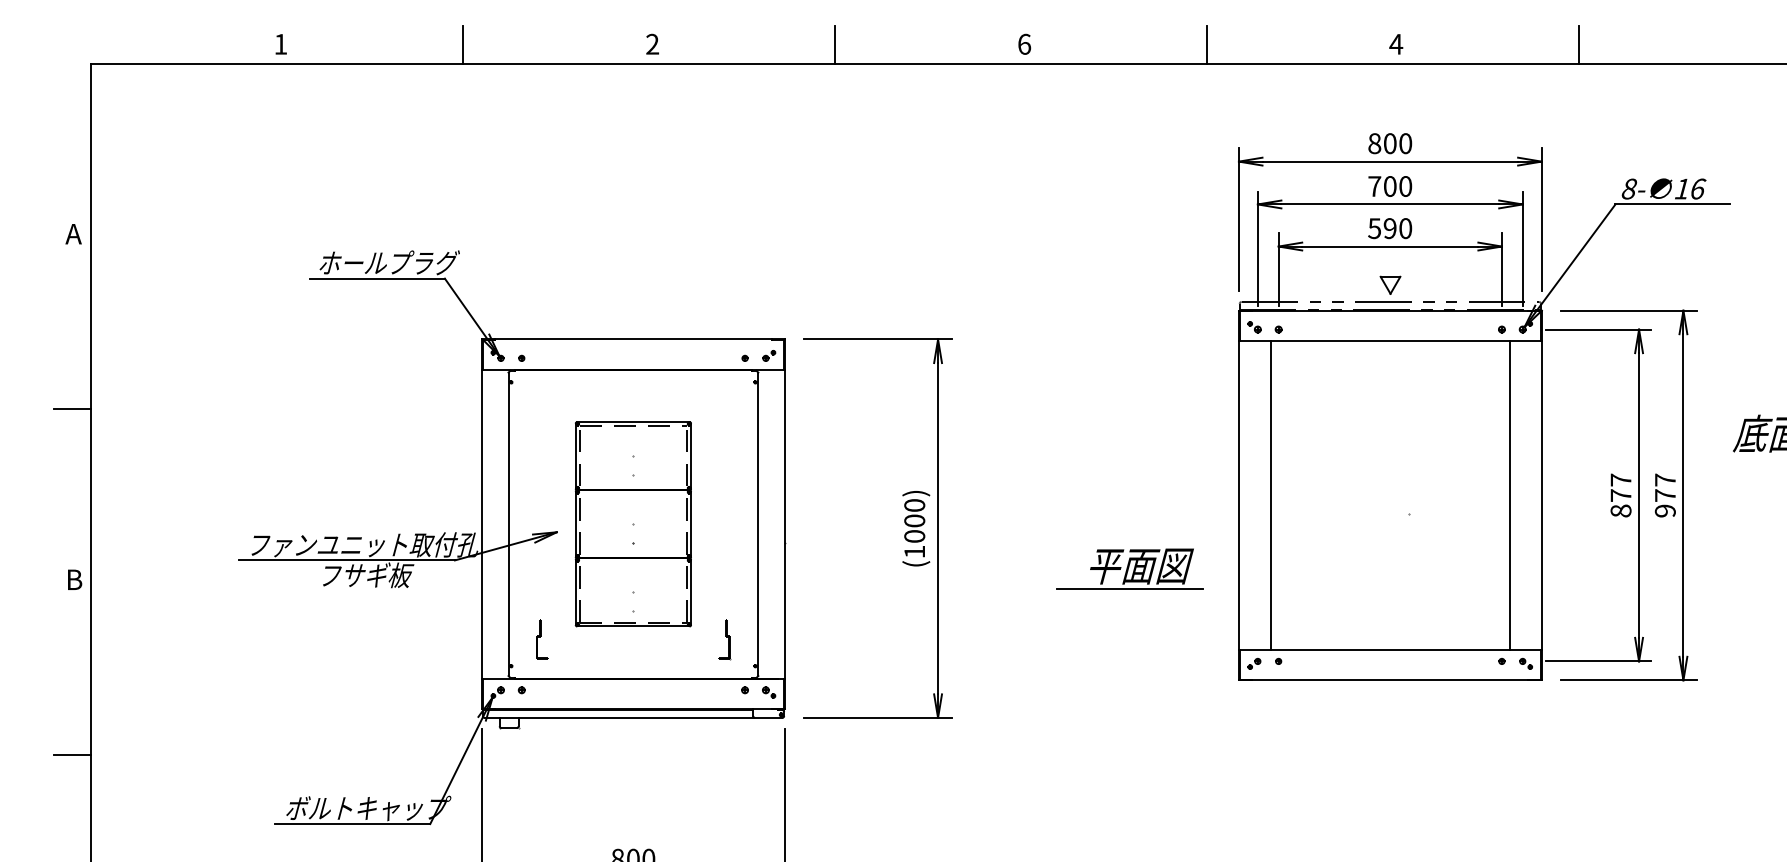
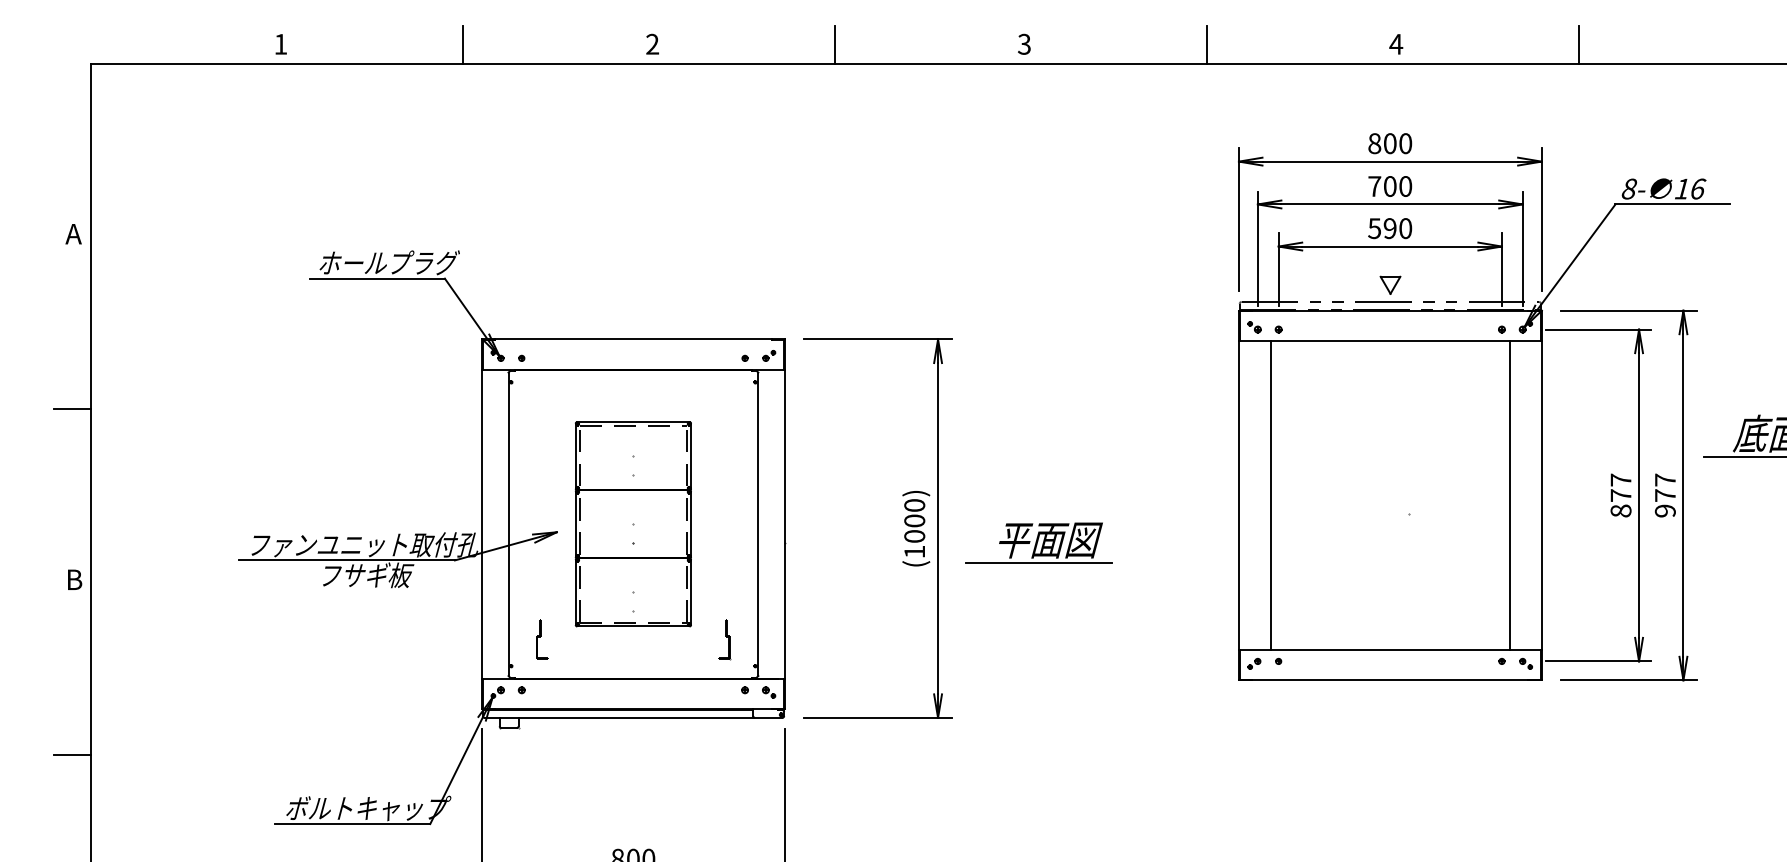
text at (1024, 43): 6 -> 3
line at (1743, 456): none -> present
part at (1129, 568) position: (1129, 568) -> (1038, 542)
